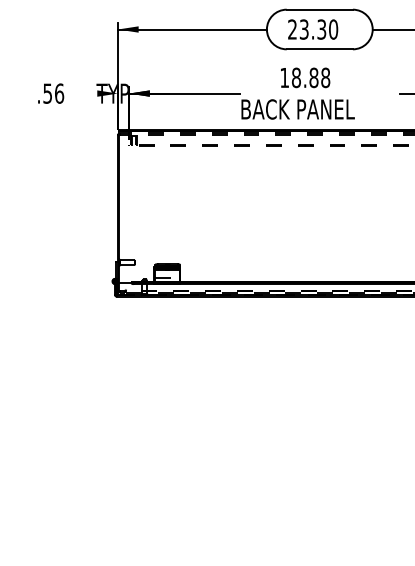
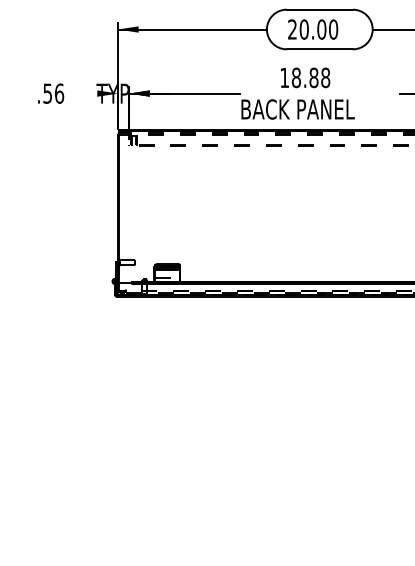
text at (312, 29): 23.30 -> 20.00
